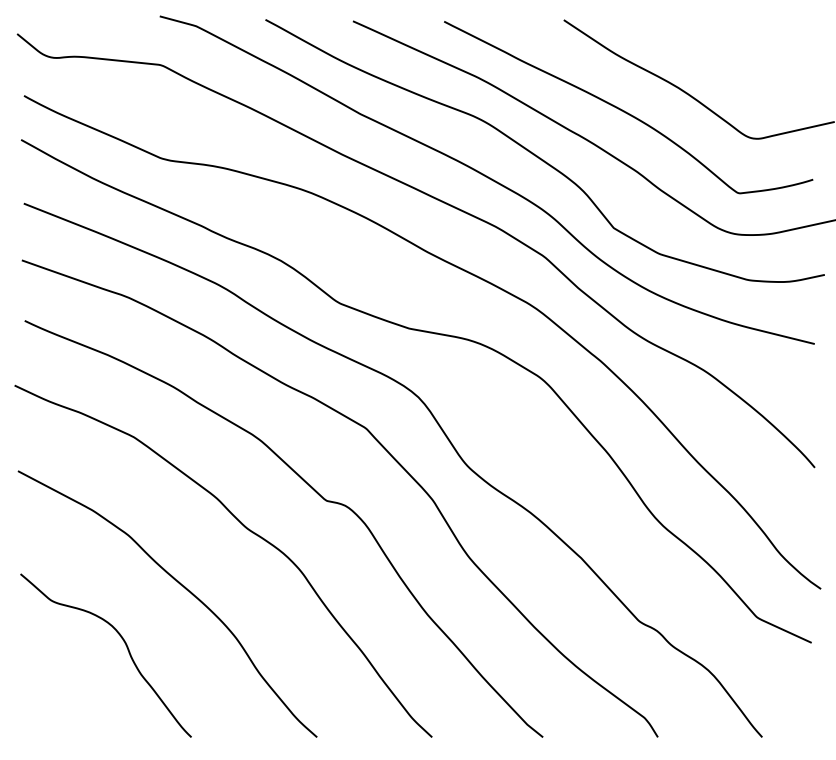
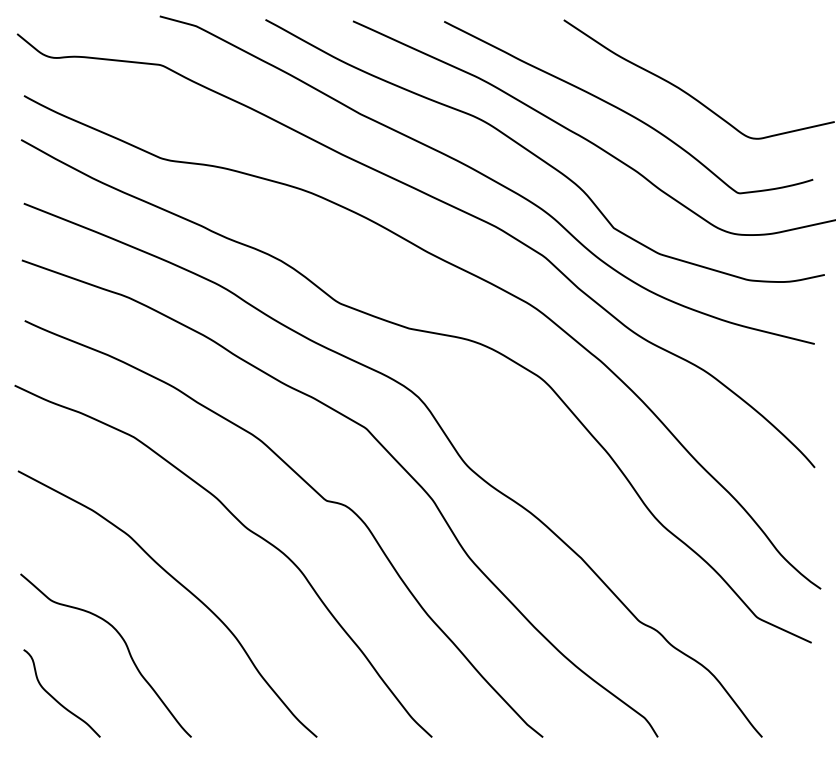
curve at (55, 698): none -> present
